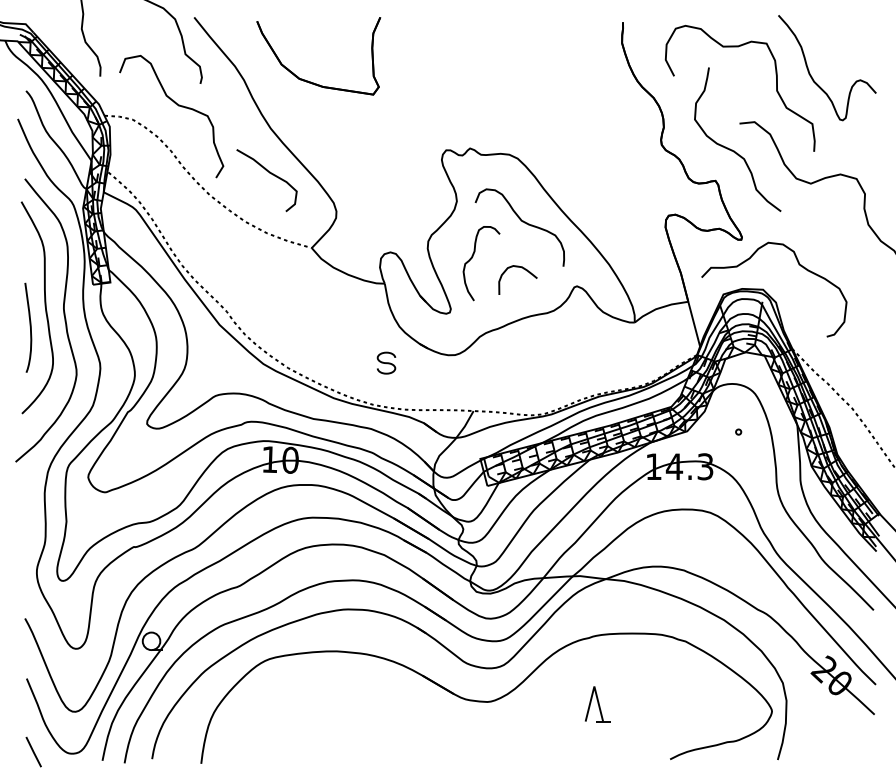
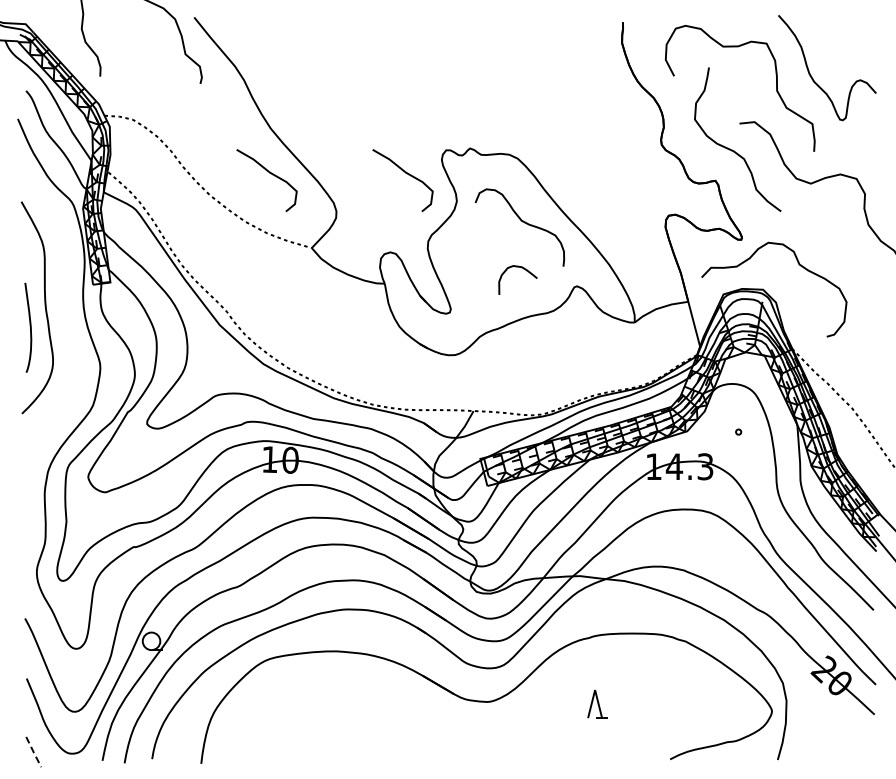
part at (308, 80): present -> none
curve at (178, 106): present -> none
curve at (405, 173): none -> present
curve at (472, 258): present -> none
curve at (63, 315): present -> none
part at (386, 362): present -> none
part at (597, 704) size: 26x37 px -> 21x30 px
line at (33, 752): solid -> dashed
